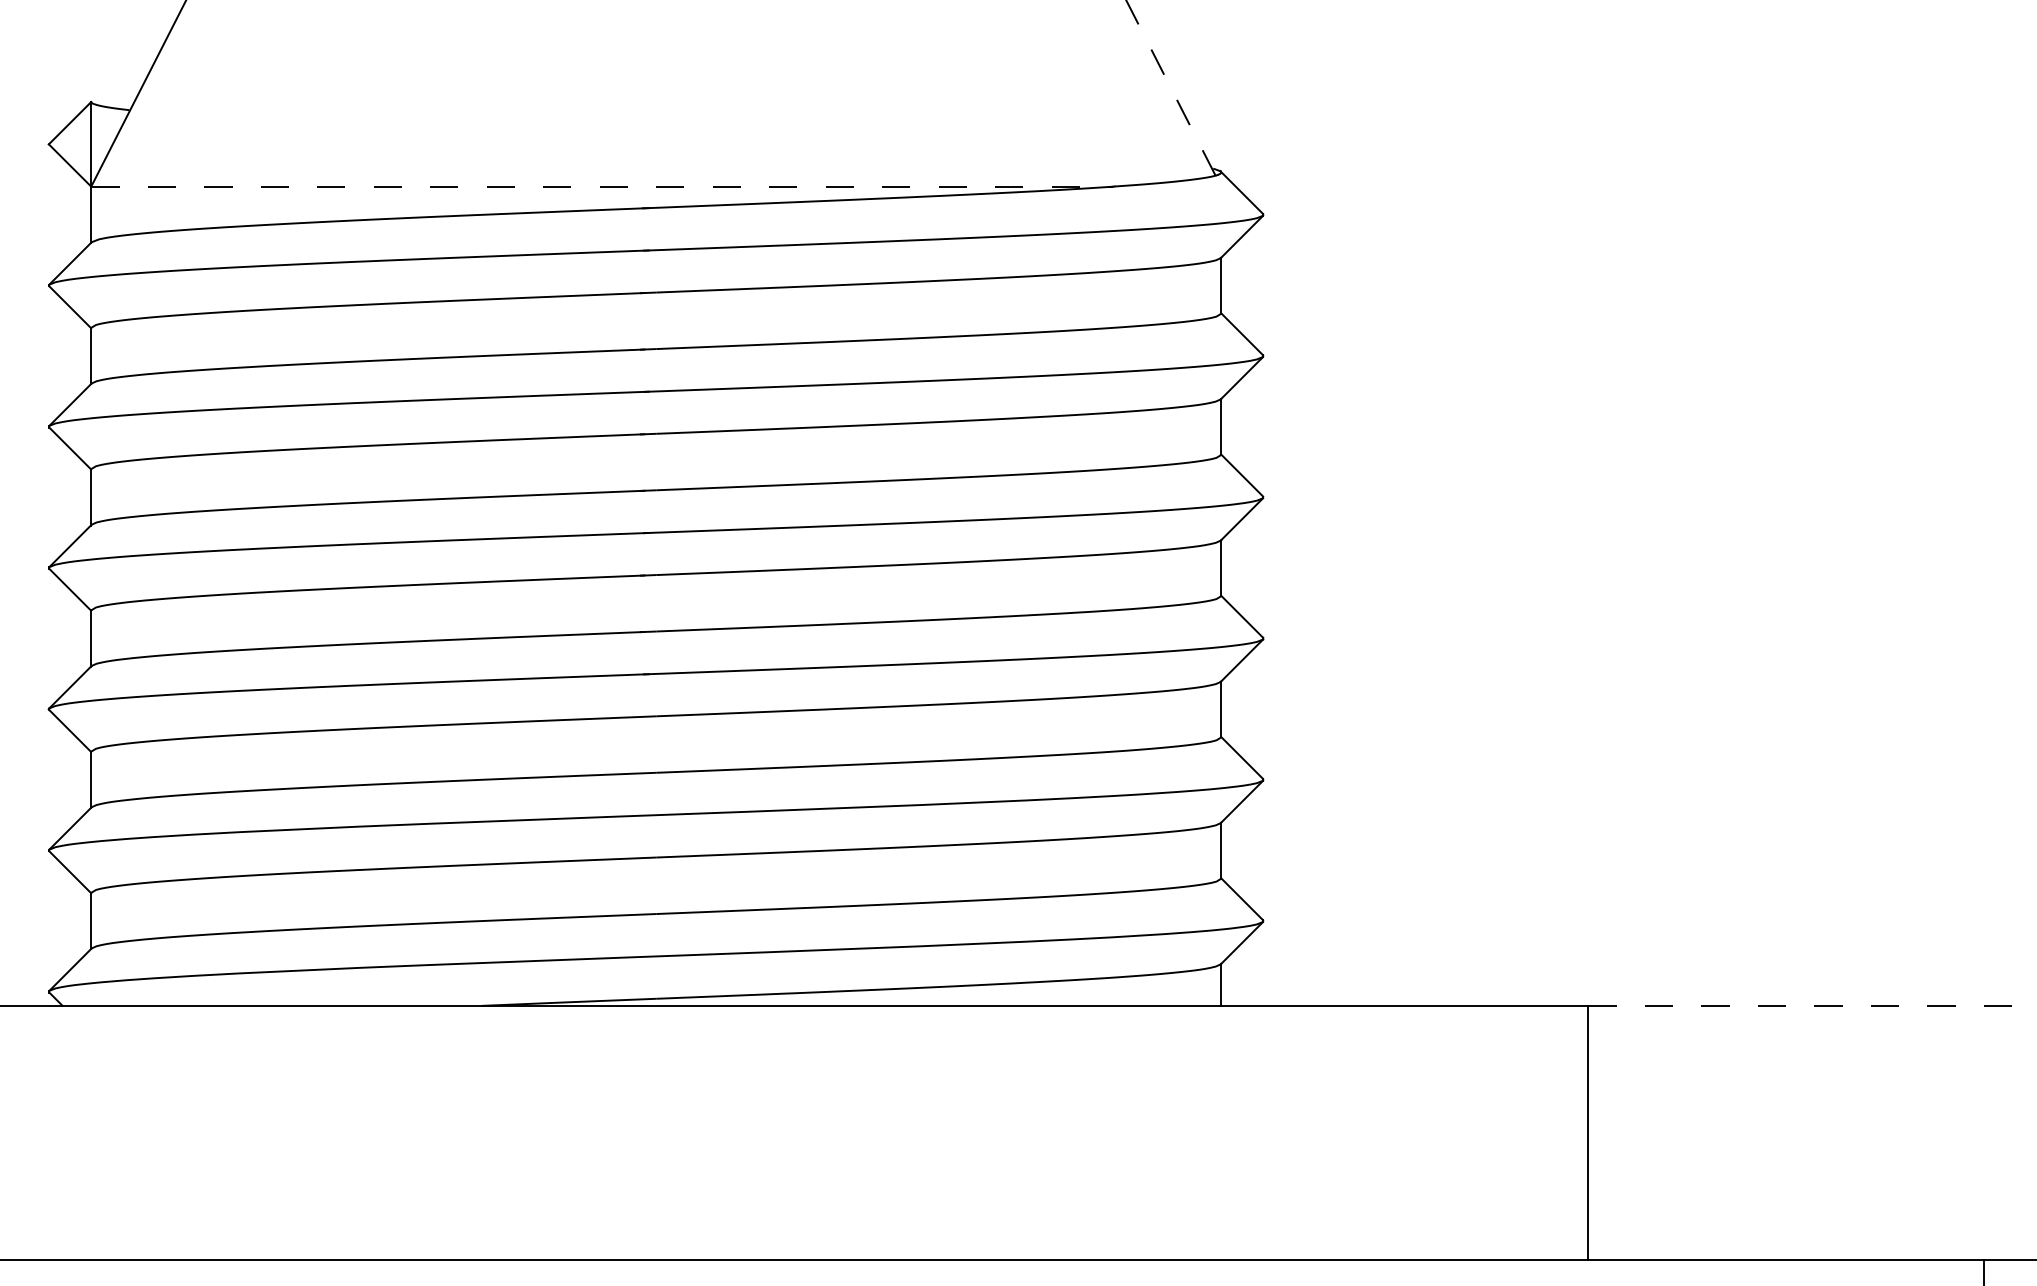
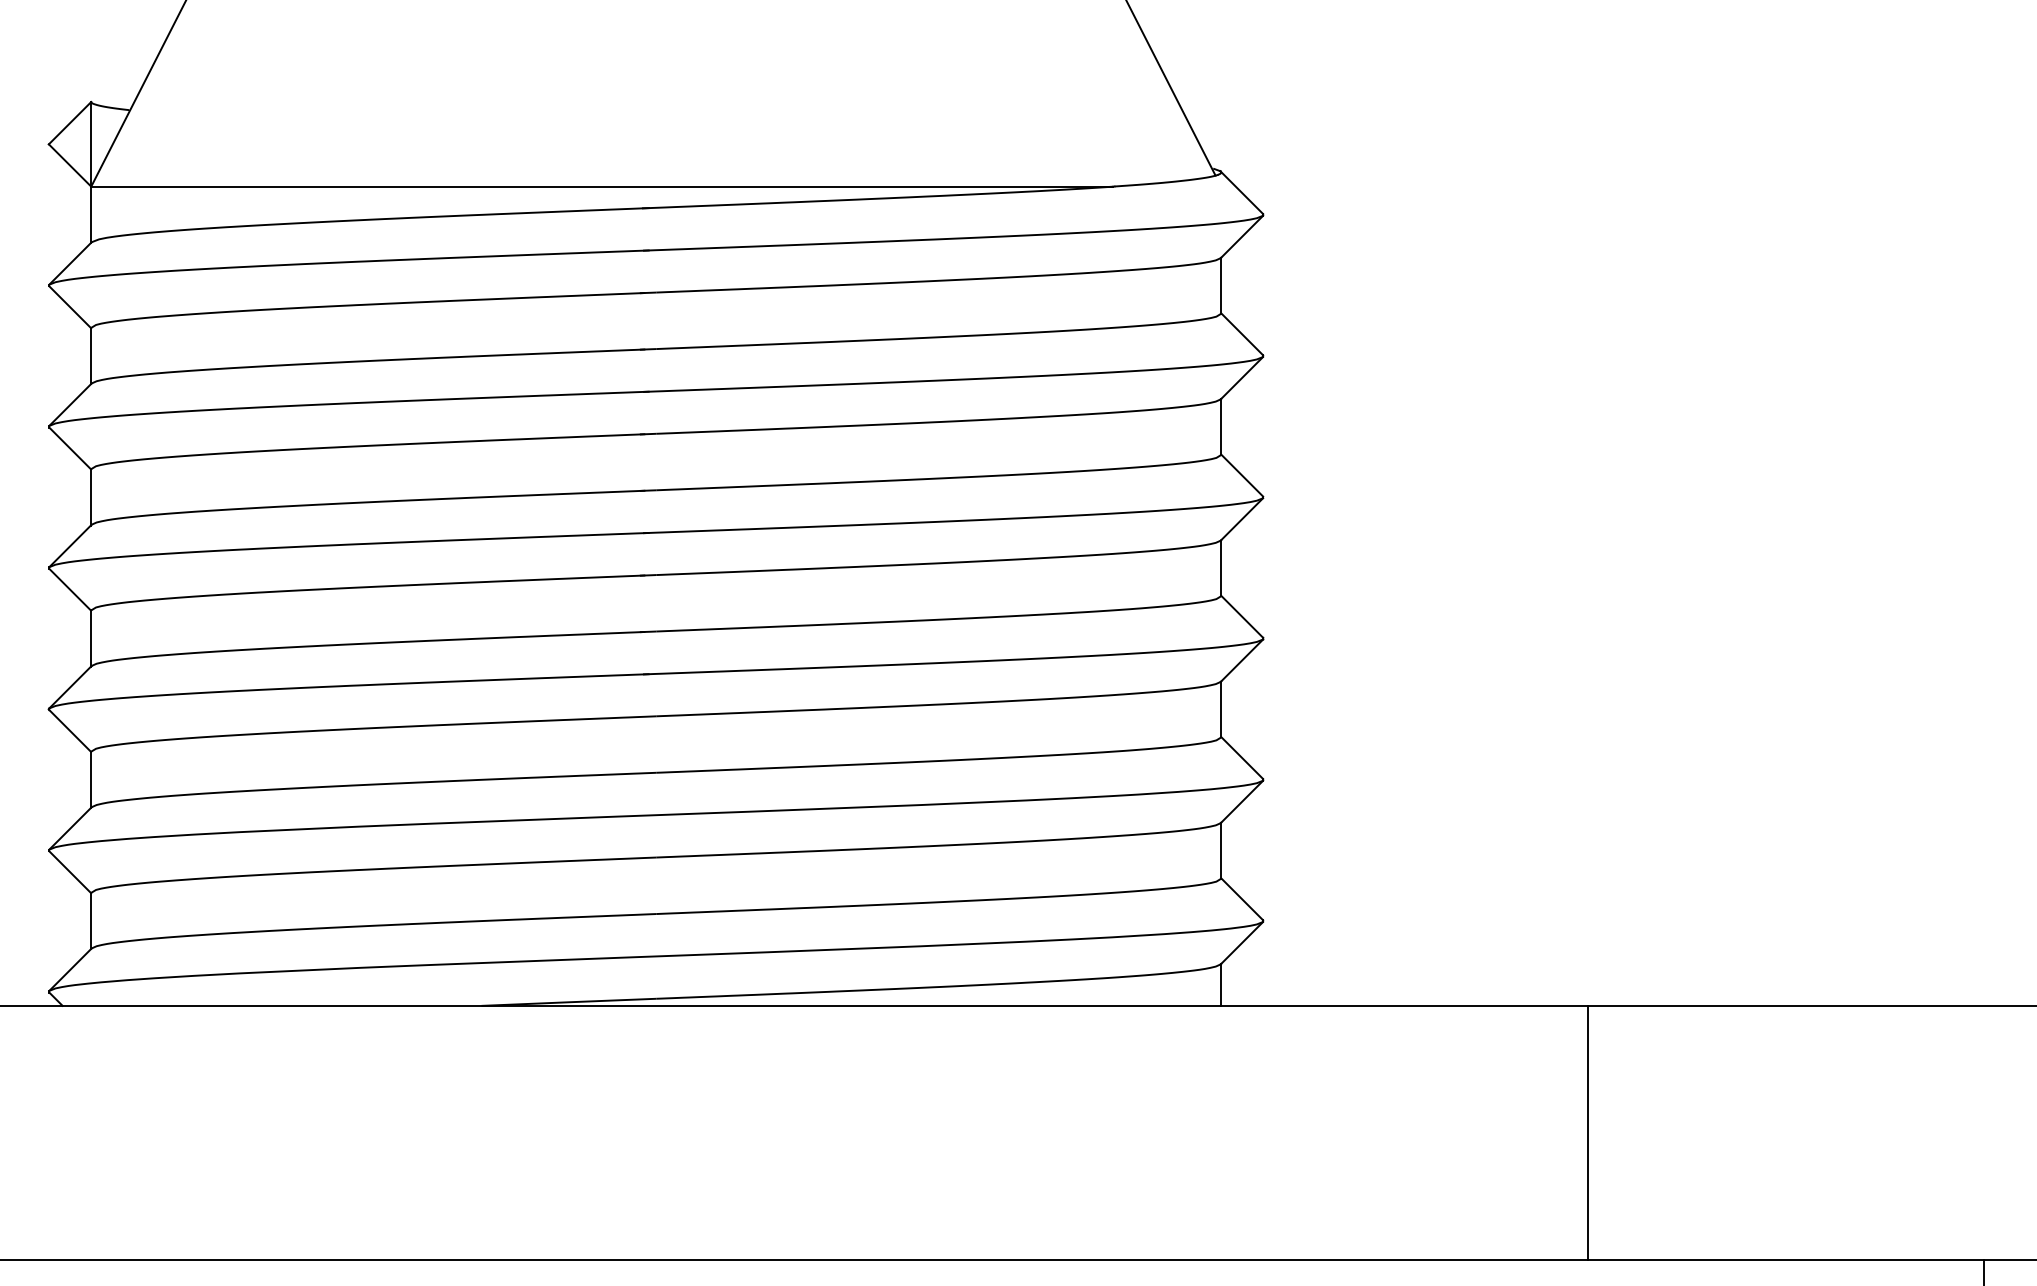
line at (1170, 88): dashed -> solid
line at (602, 186): dashed -> solid
line at (1812, 1005): dashed -> solid
